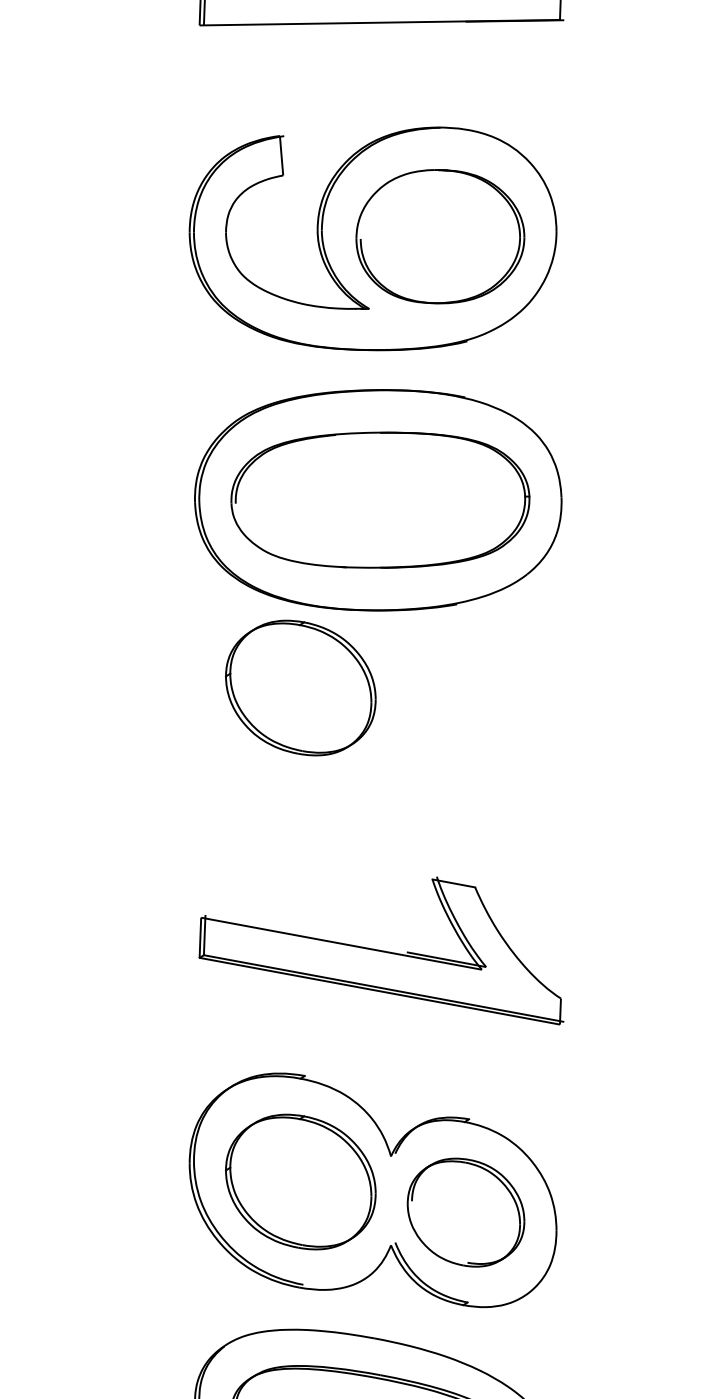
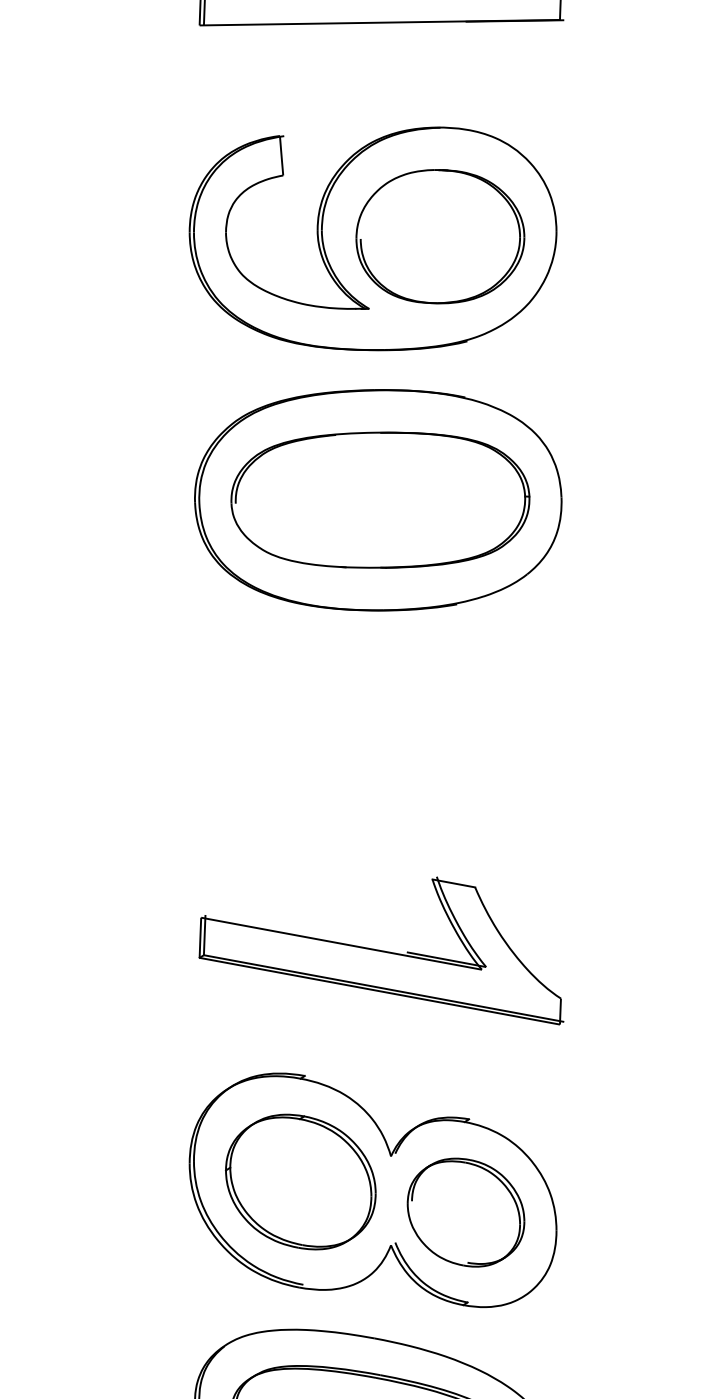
part at (300, 687): present -> none
